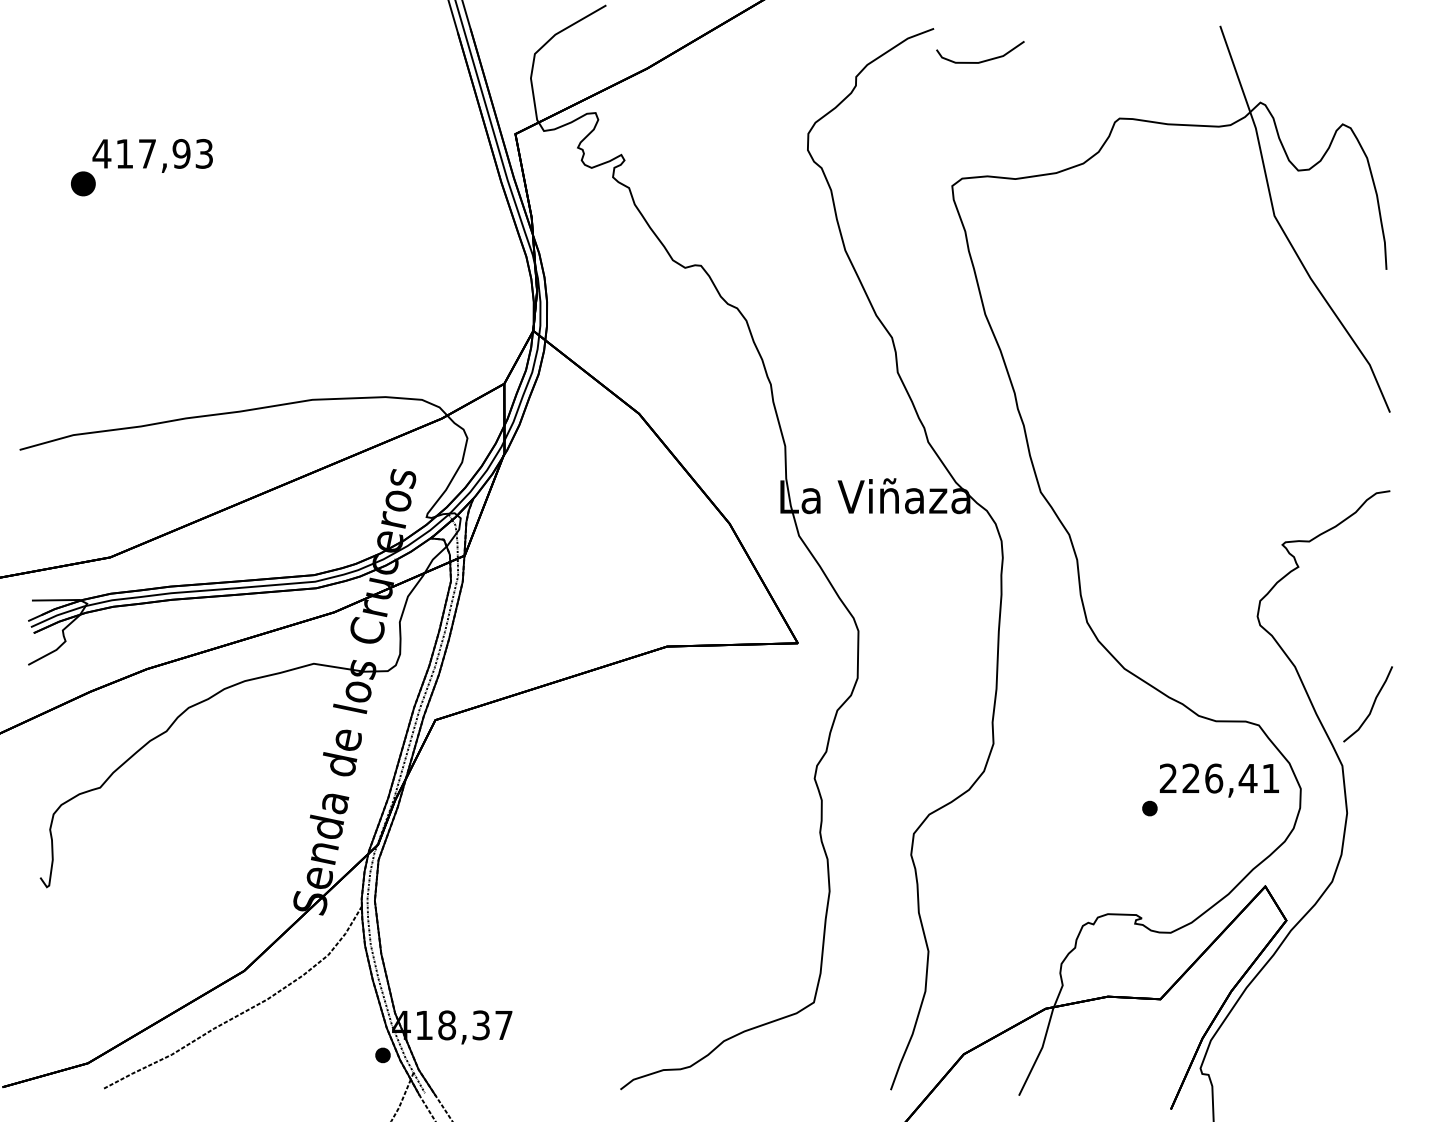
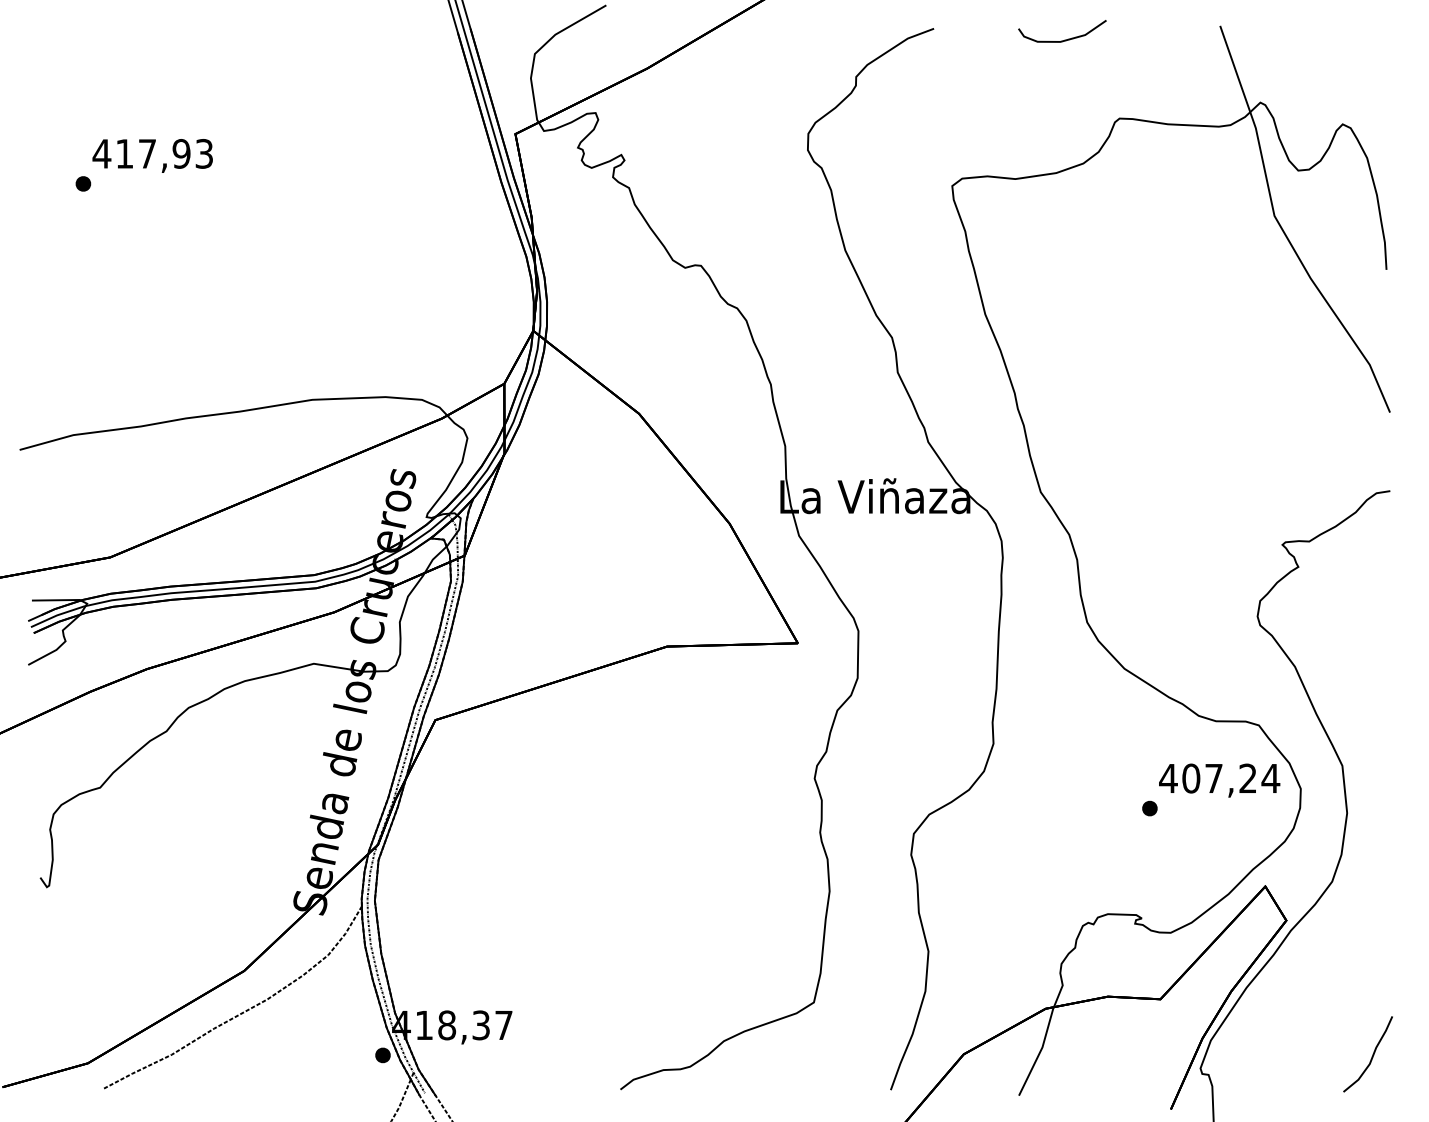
curve at (982, 60) position: (982, 60) -> (1064, 39)
part at (83, 183) size: 25x26 px -> 17x16 px
part at (1367, 704) position: (1367, 704) -> (1367, 1054)
text at (1219, 778): 226,41 -> 407,24
